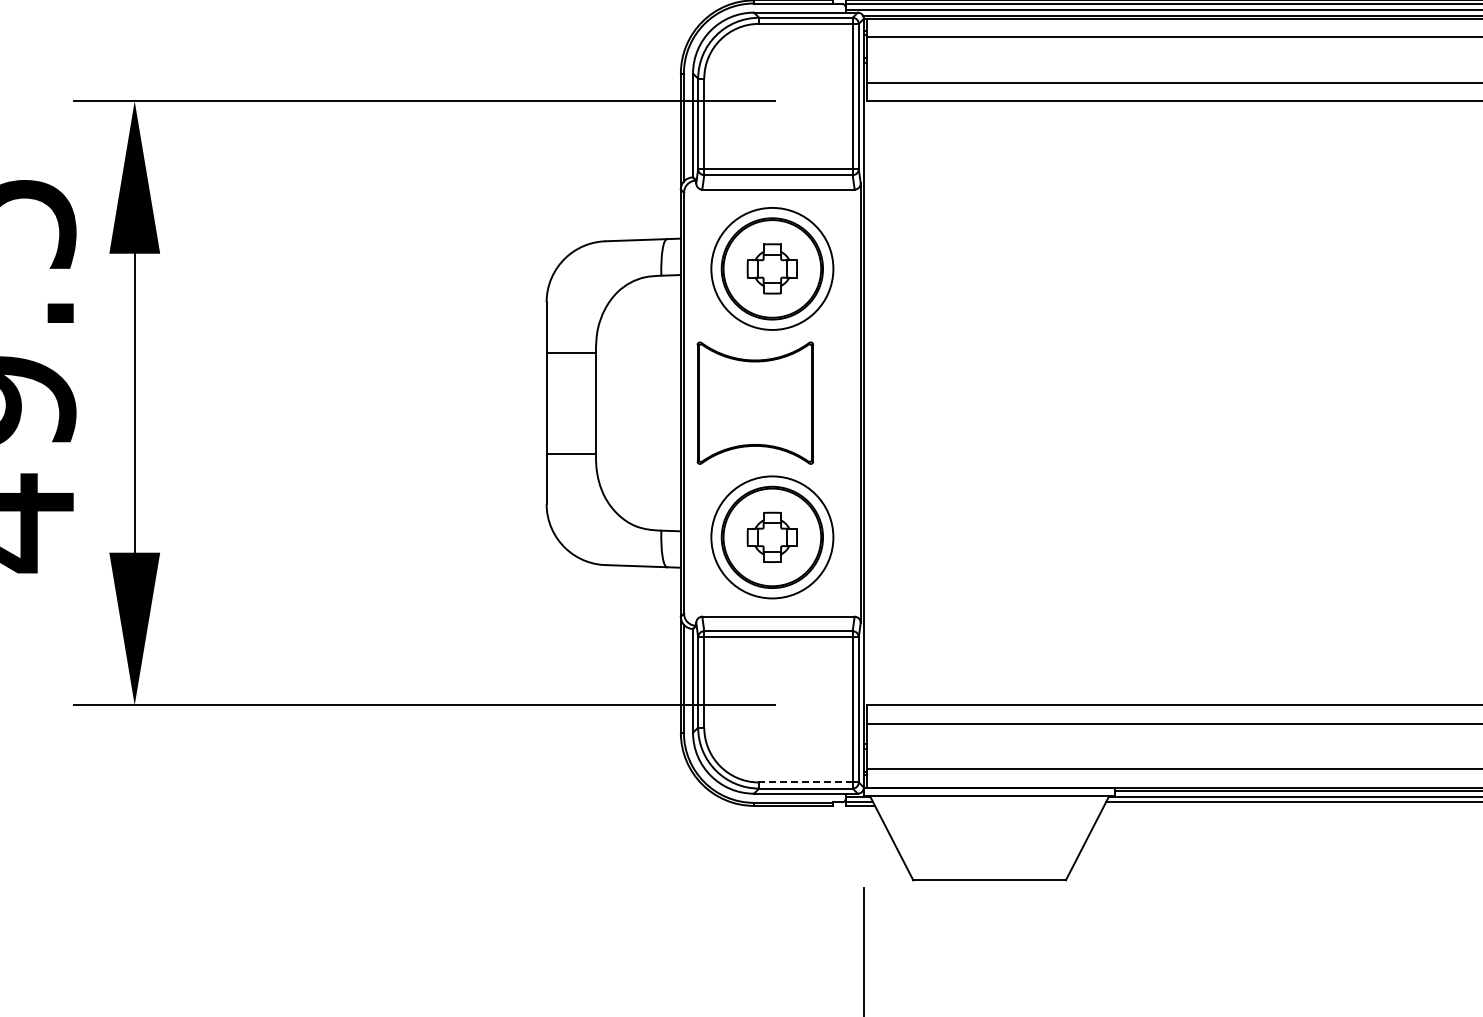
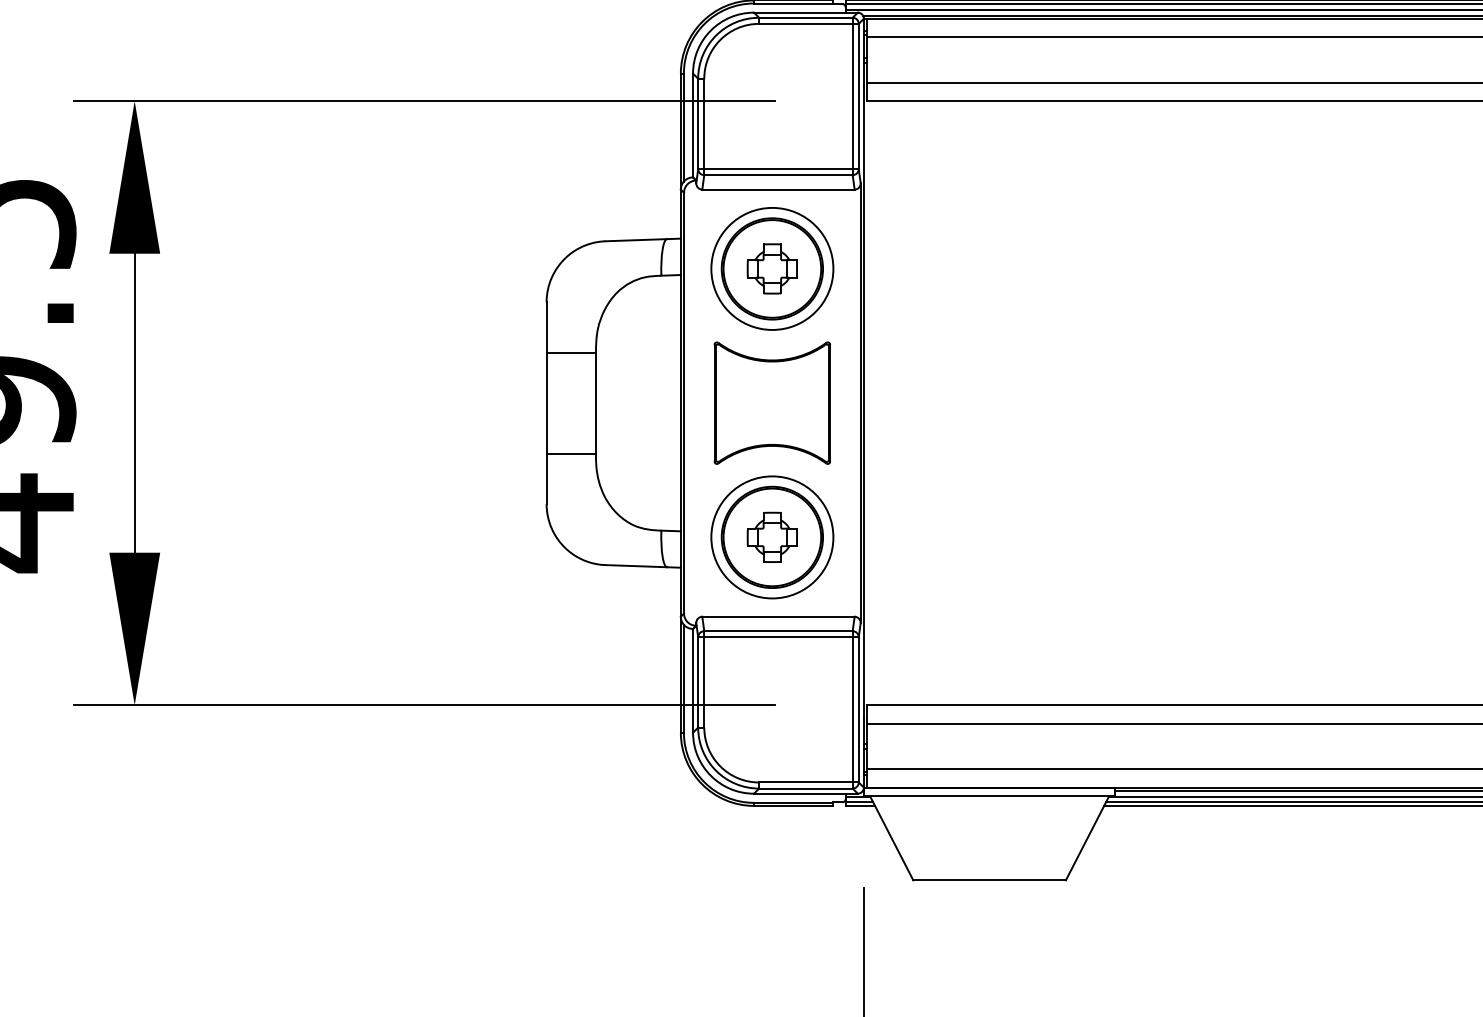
part at (754, 402) position: (754, 402) -> (771, 402)
line at (805, 782): dashed -> solid
line at (1291, 805): none -> present
